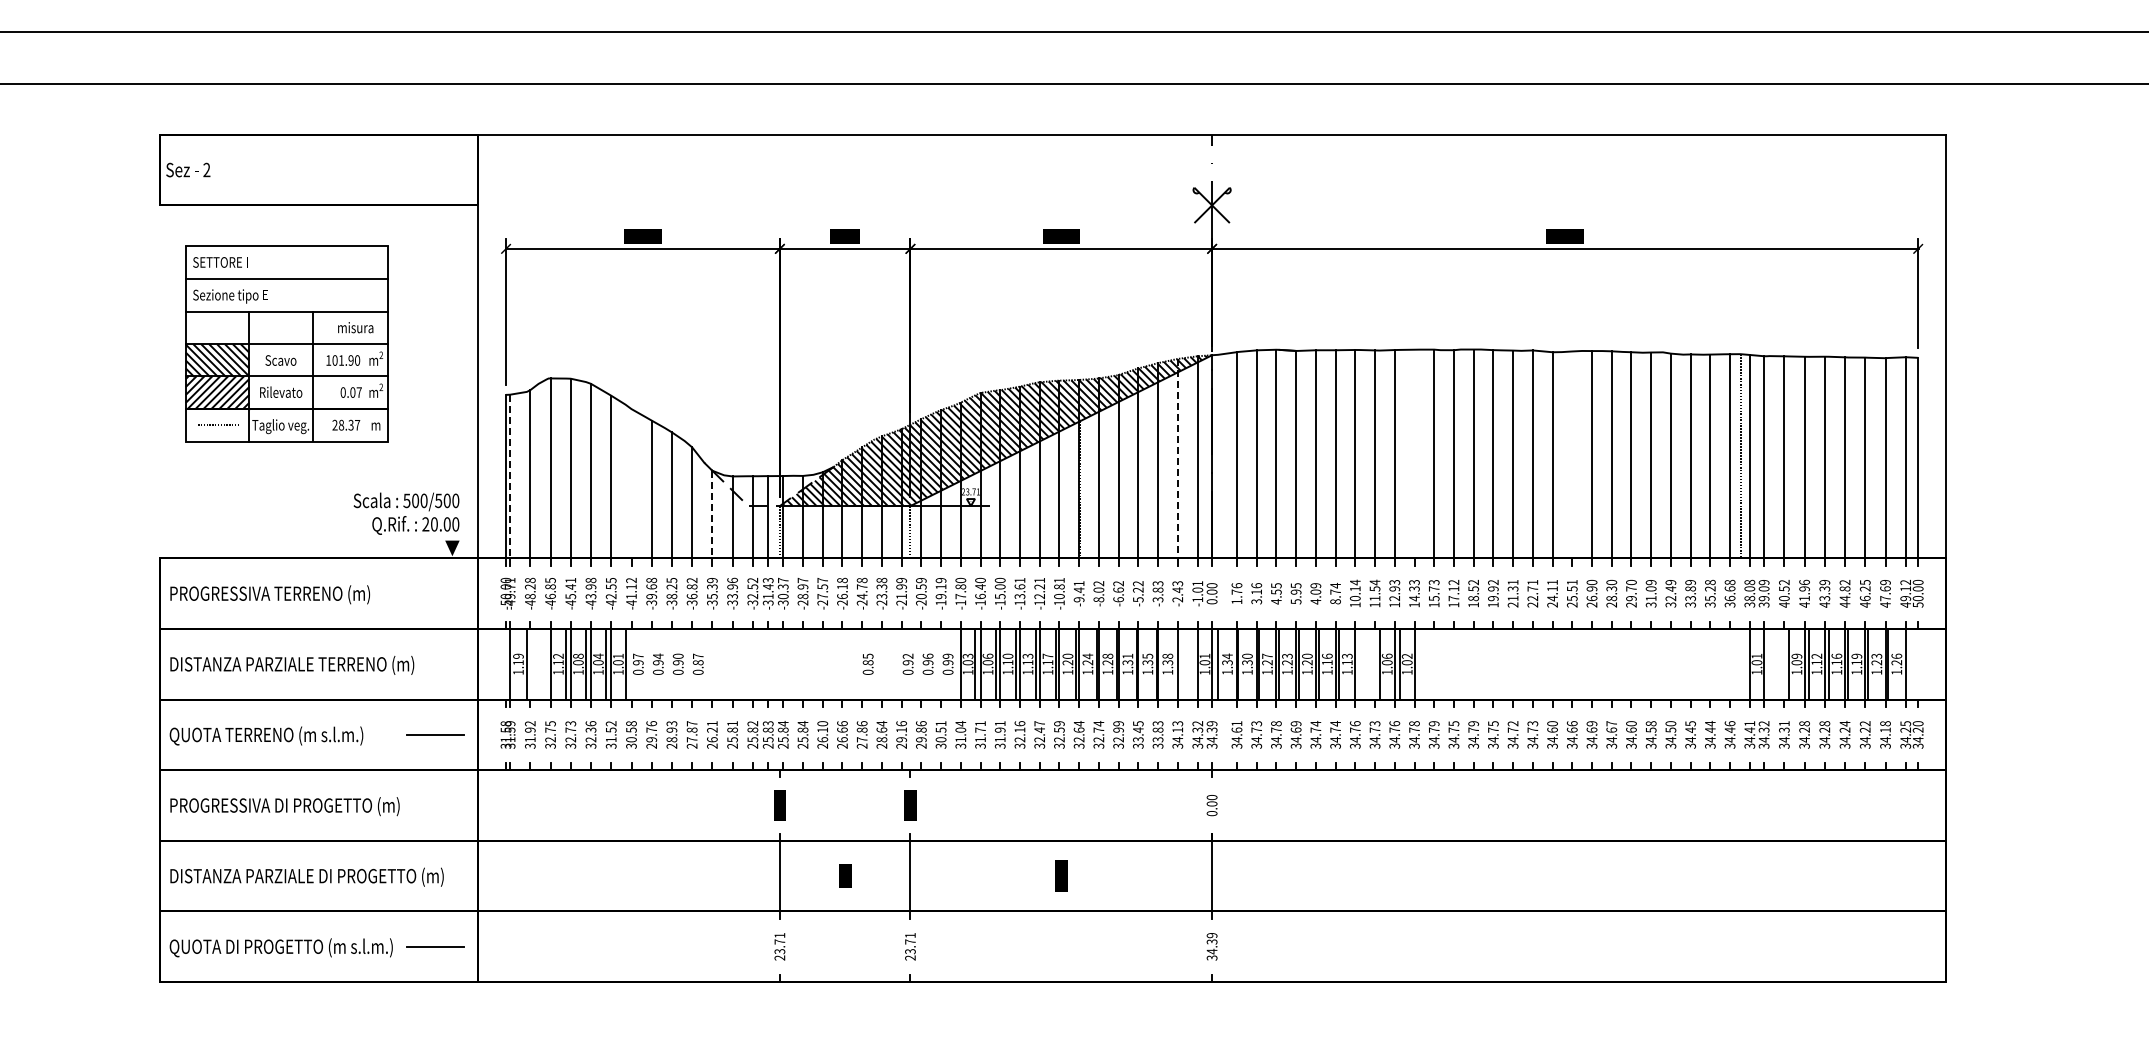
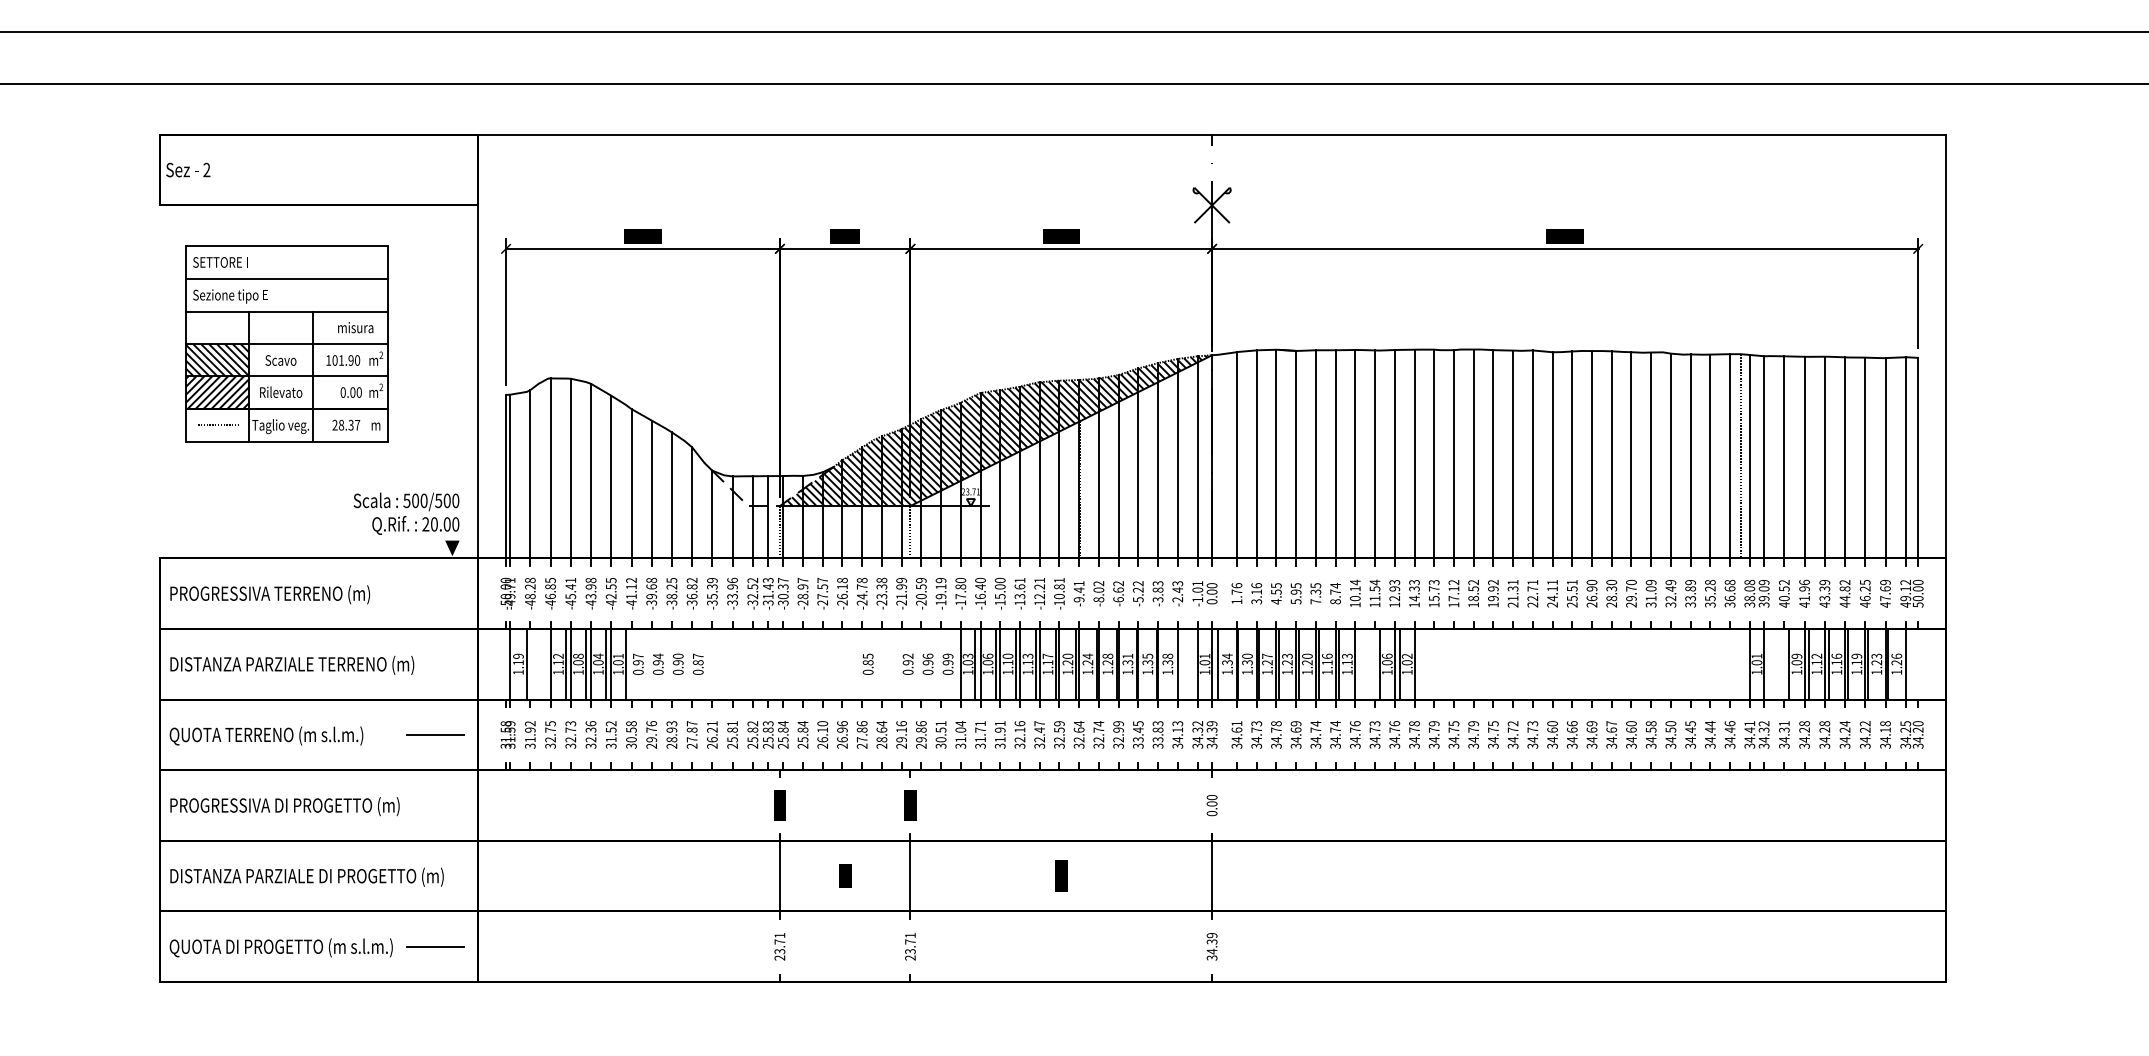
text at (358, 392): 0.07 -> 0.00
line at (1414, 453): none -> present
line at (1572, 454): none -> present
line at (1177, 458): dashed -> solid
line at (510, 476): dashed -> solid
line at (631, 483): none -> present
line at (712, 514): dashed -> solid
text at (1315, 593): 4.09 -> 7.35
text at (842, 729): 26.66 -> 26.96
